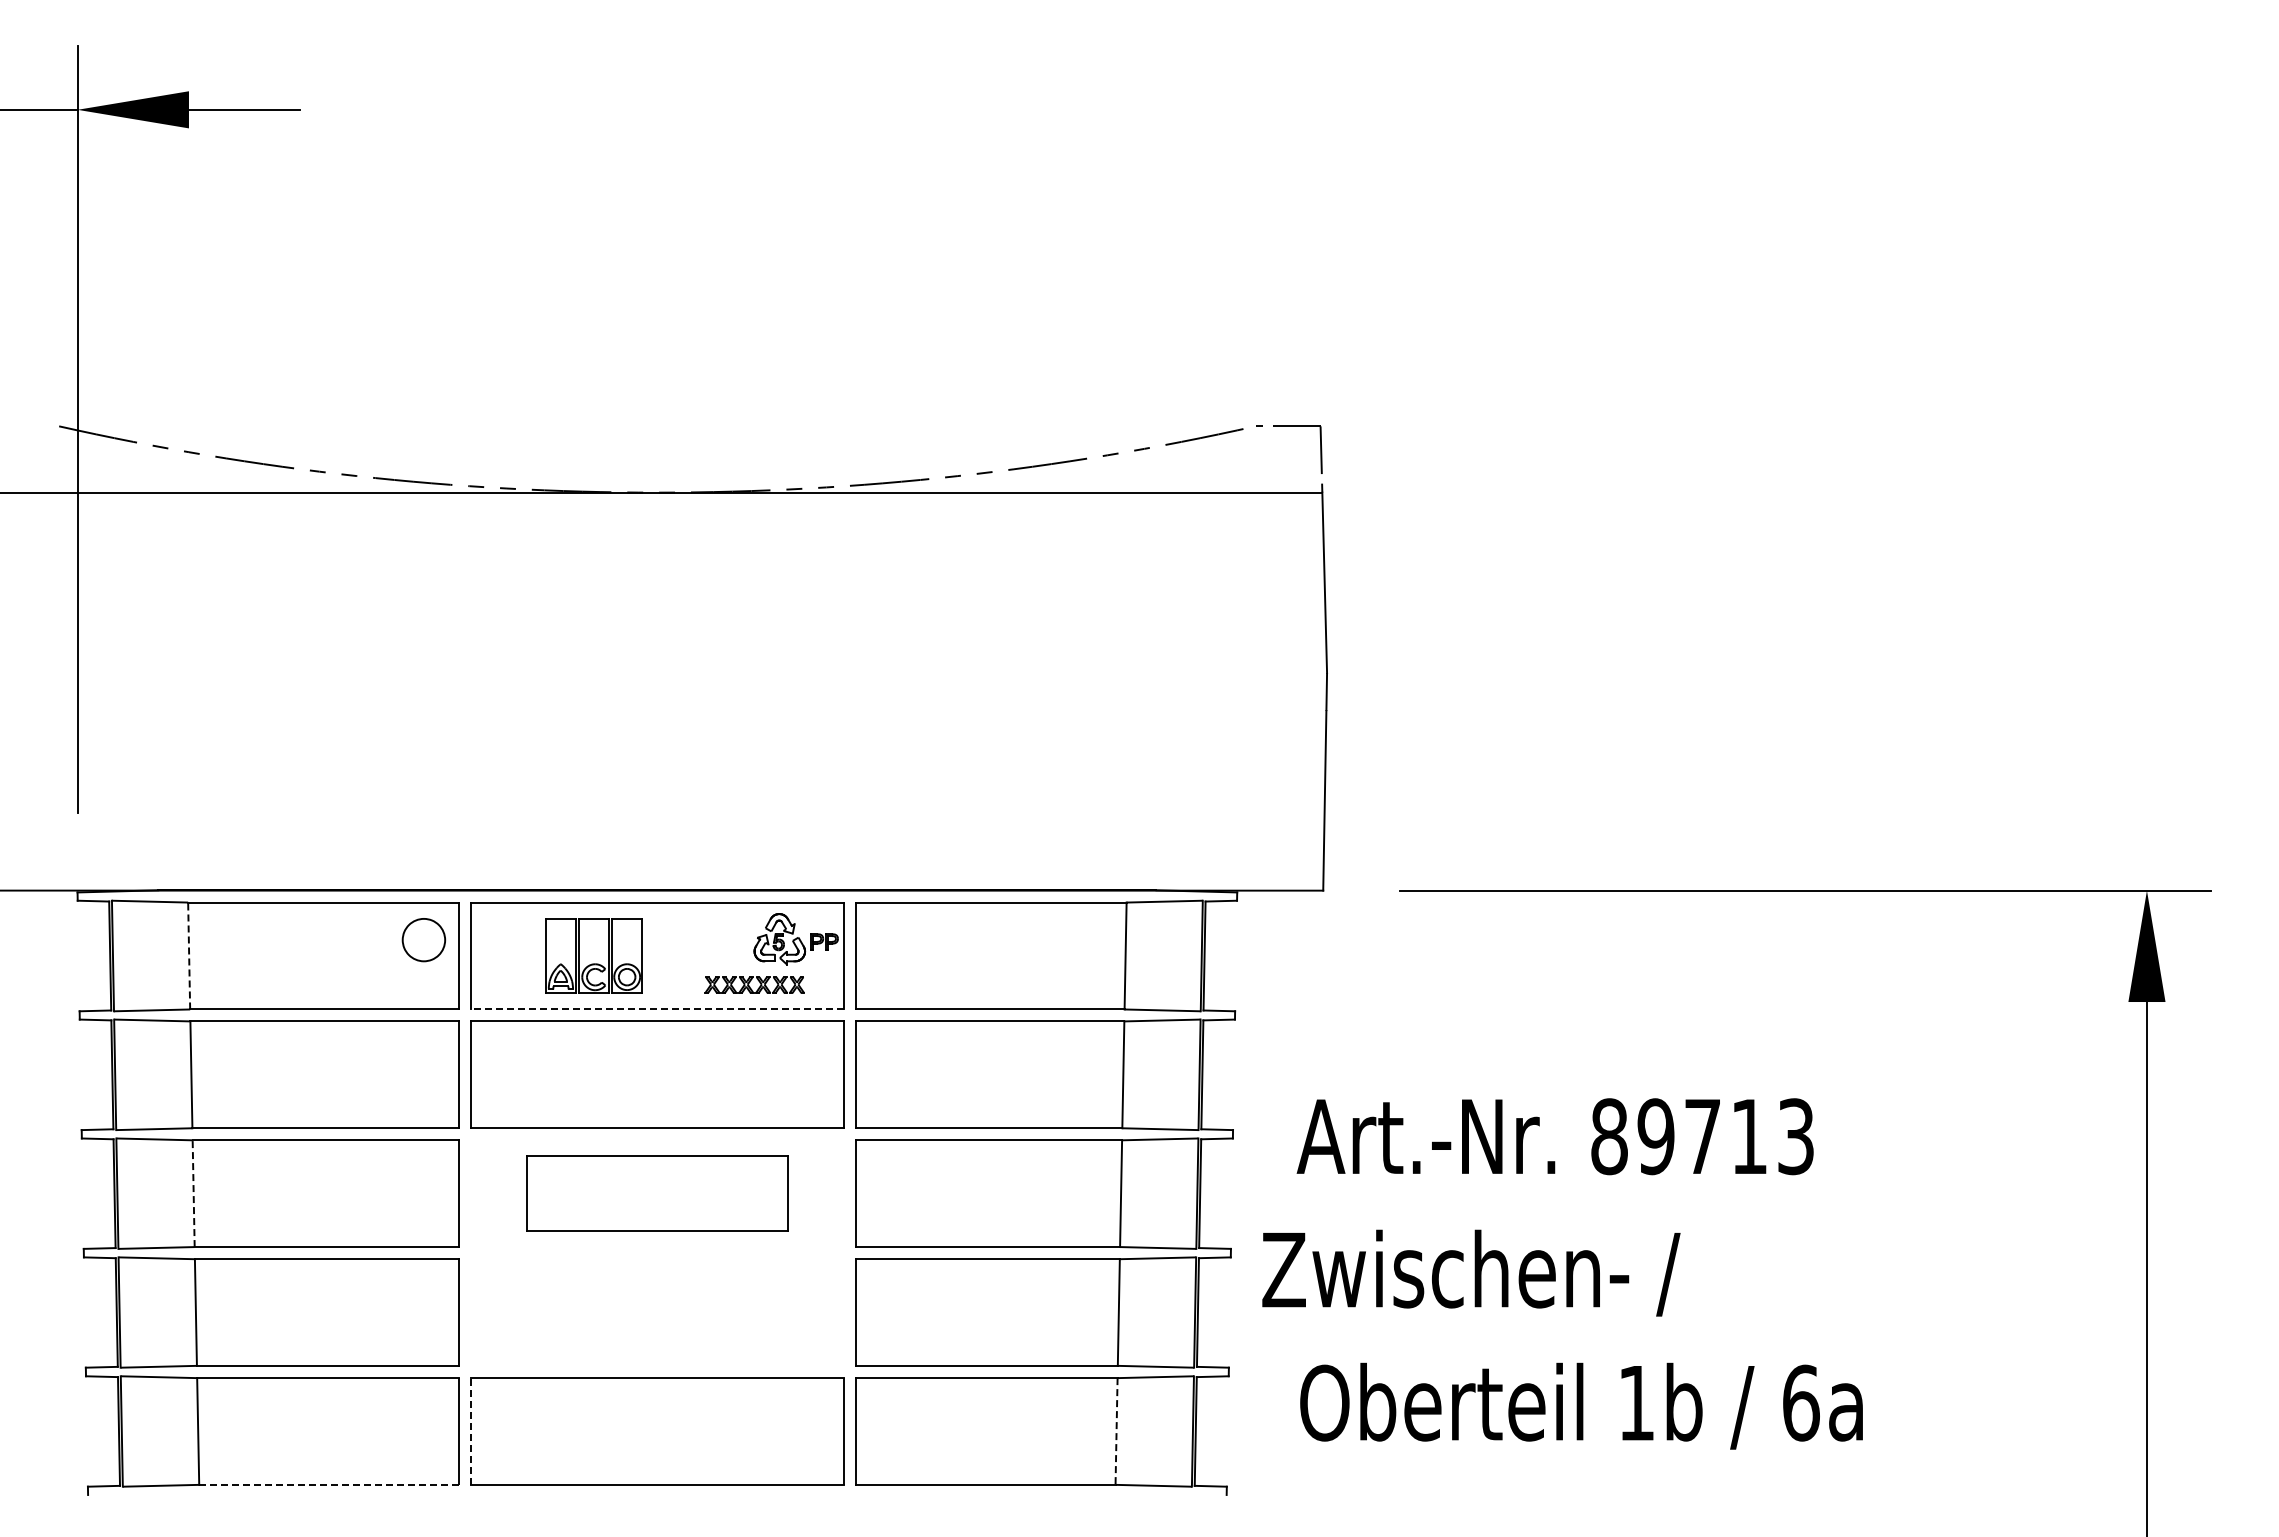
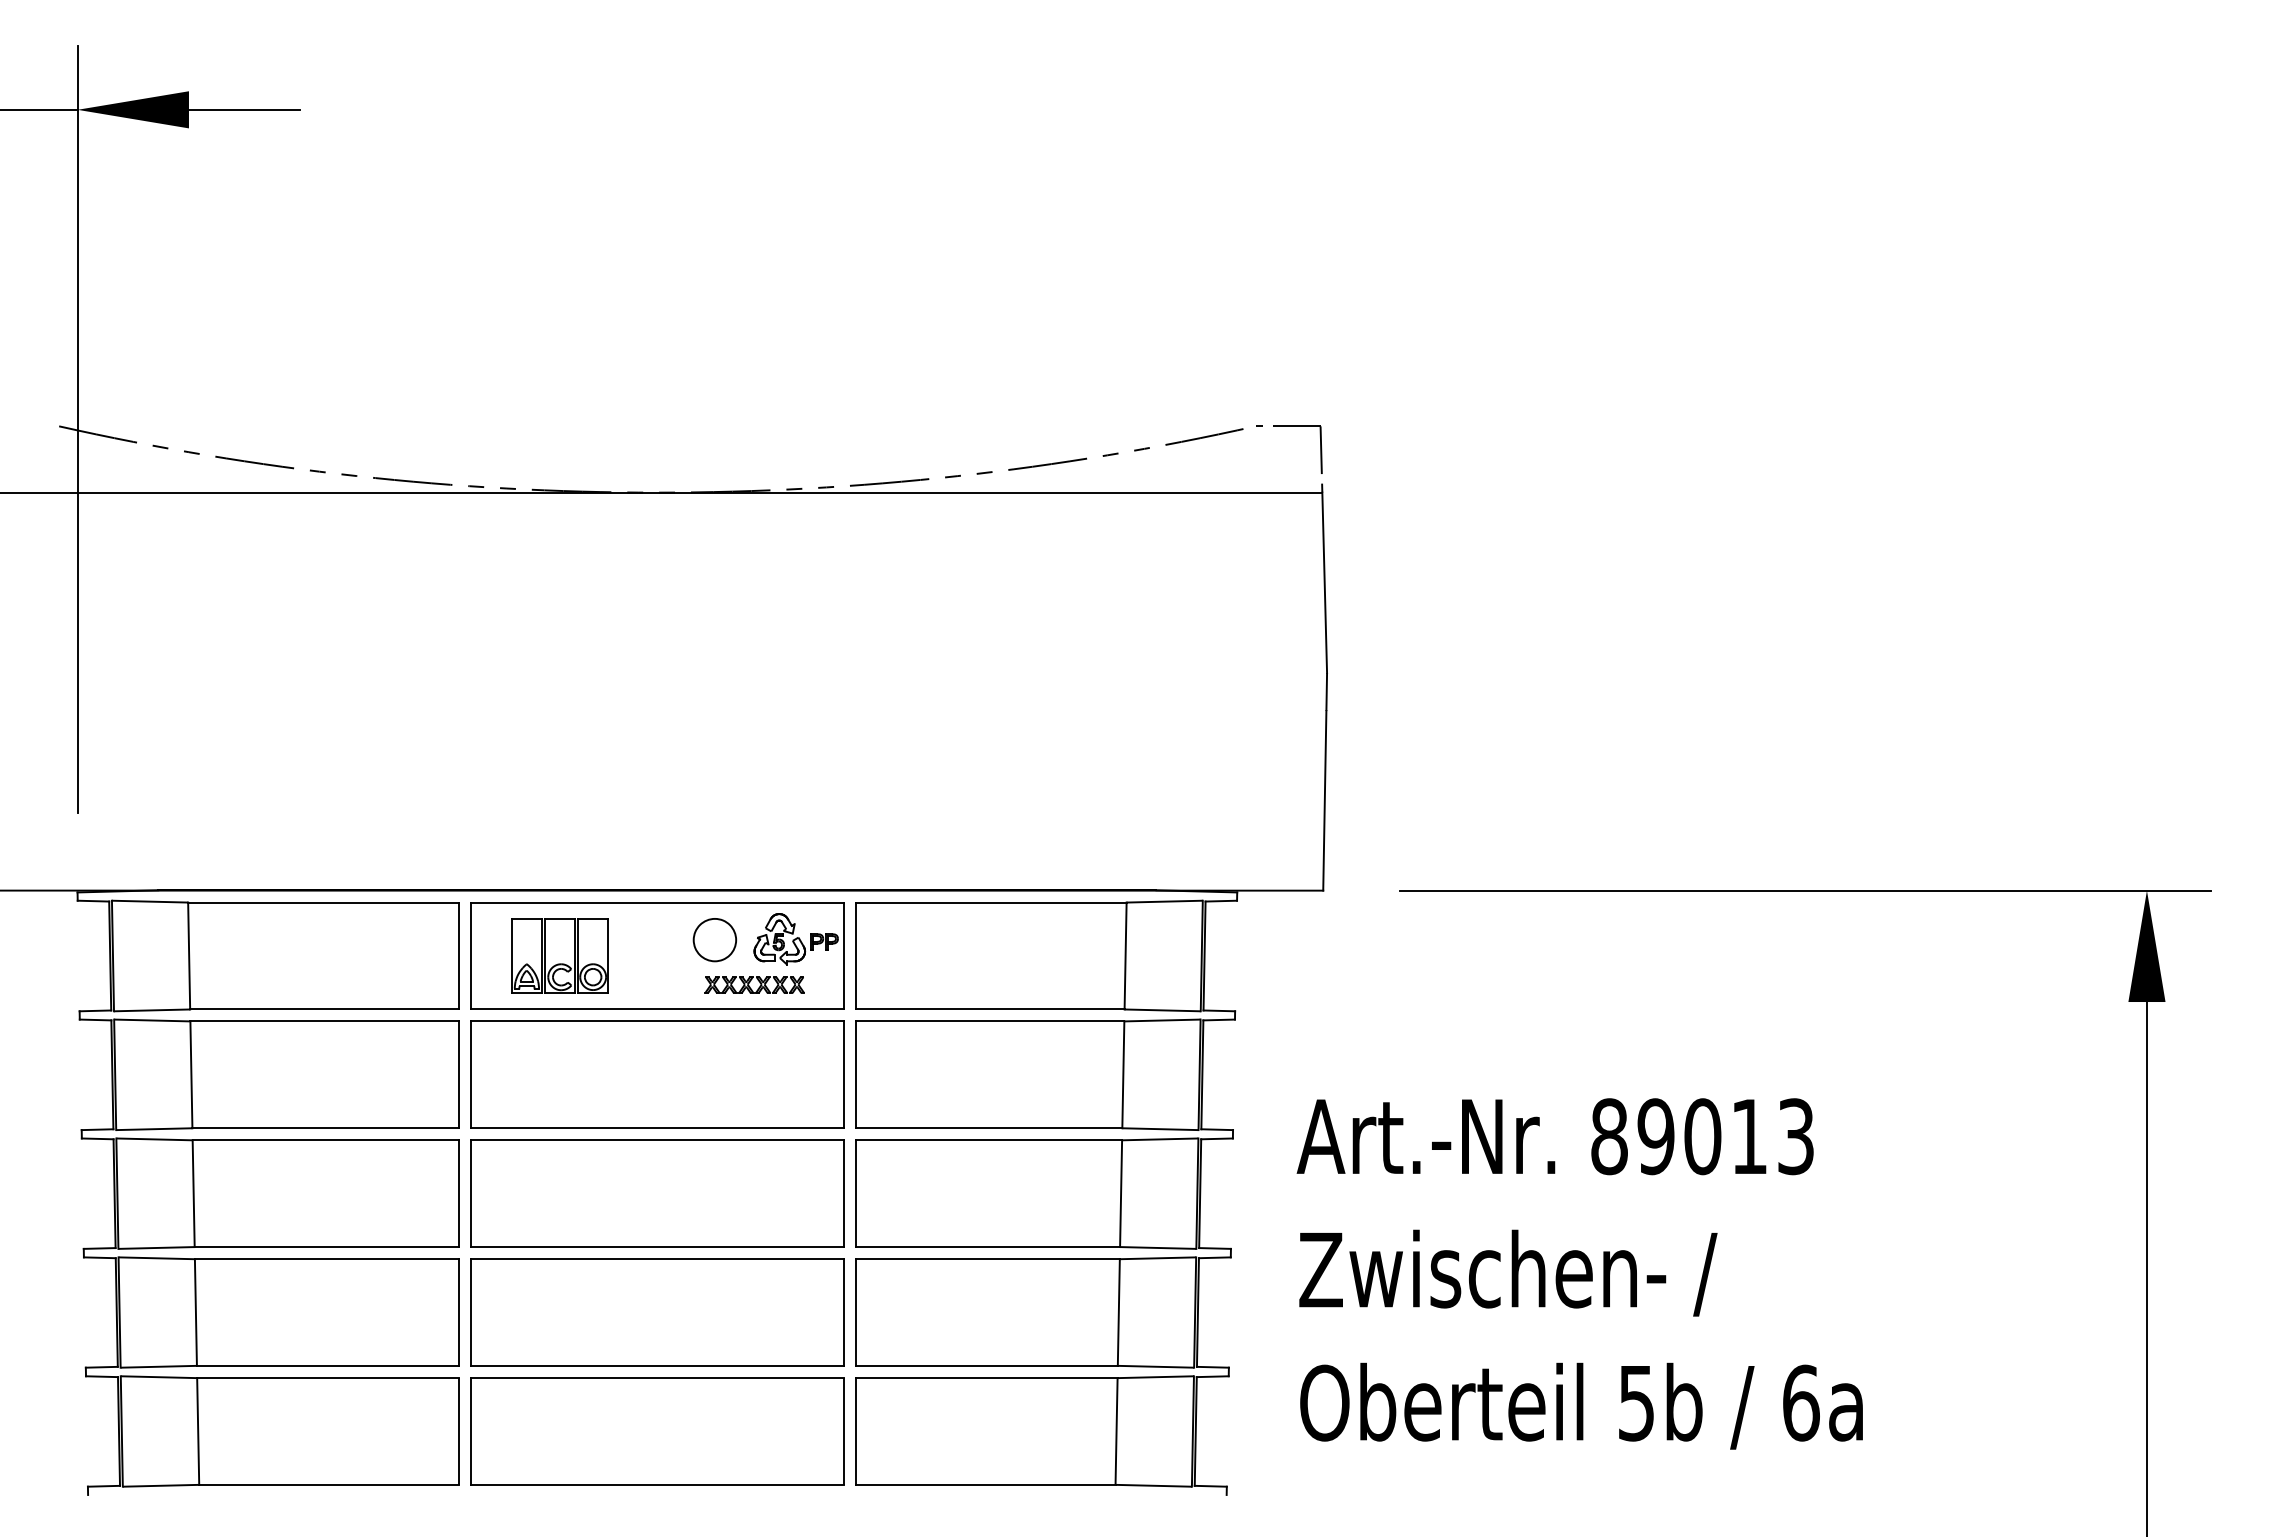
part at (423, 940) position: (423, 940) -> (714, 940)
line at (189, 955): dashed -> solid
part at (593, 955) position: (593, 955) -> (559, 955)
line at (656, 1009): dashed -> solid
text at (1702, 1136): 89713 -> 89013
line at (193, 1193): dashed -> solid
part at (657, 1193) size: 263x77 px -> 375x109 px
text at (1471, 1272) position: (1471, 1272) -> (1508, 1272)
part at (657, 1312): none -> present
text at (1636, 1403): 1b -> 5b
line at (470, 1430): dashed -> solid
line at (1116, 1432): dashed -> solid
line at (329, 1484): dashed -> solid
